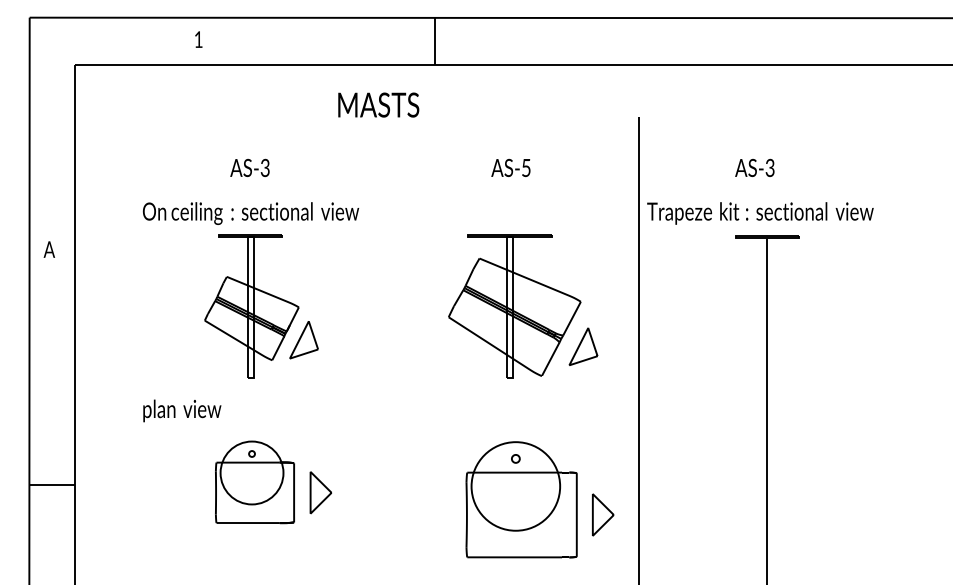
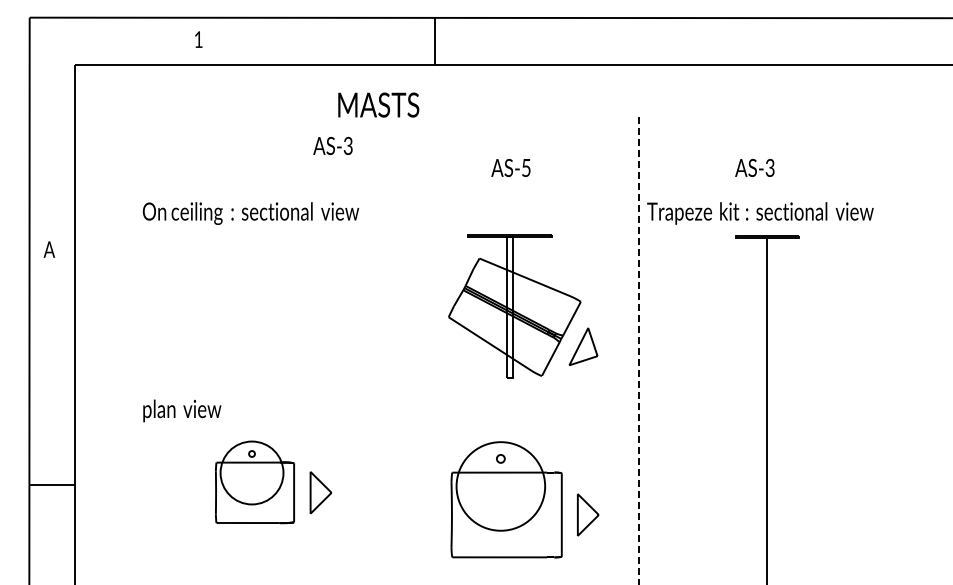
text at (249, 167) position: (249, 167) -> (332, 145)
part at (261, 306): present -> none
line at (638, 350): solid -> dashed
part at (539, 499) position: (539, 499) -> (524, 499)
